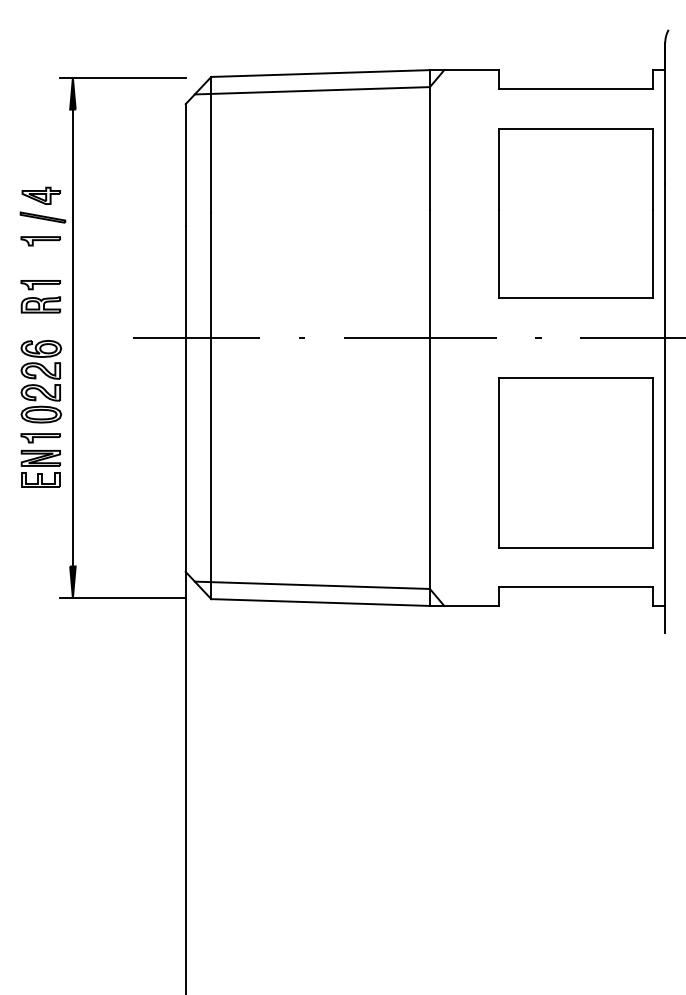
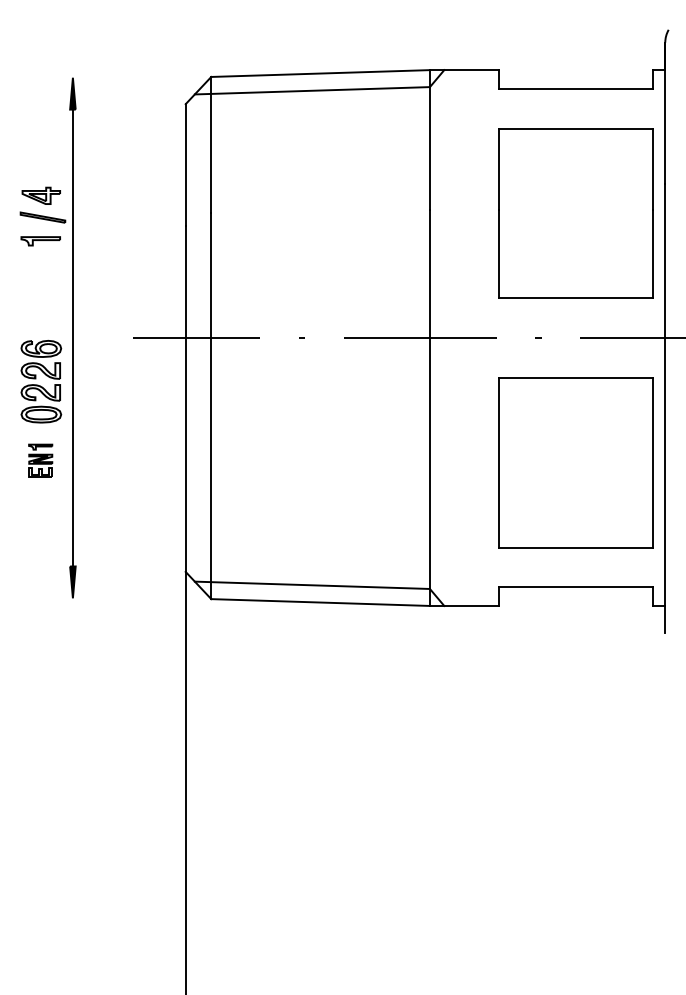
line at (122, 77): present -> none
part at (40, 296): present -> none
part at (40, 460) size: 41x55 px -> 26x35 px
line at (122, 598): present -> none
